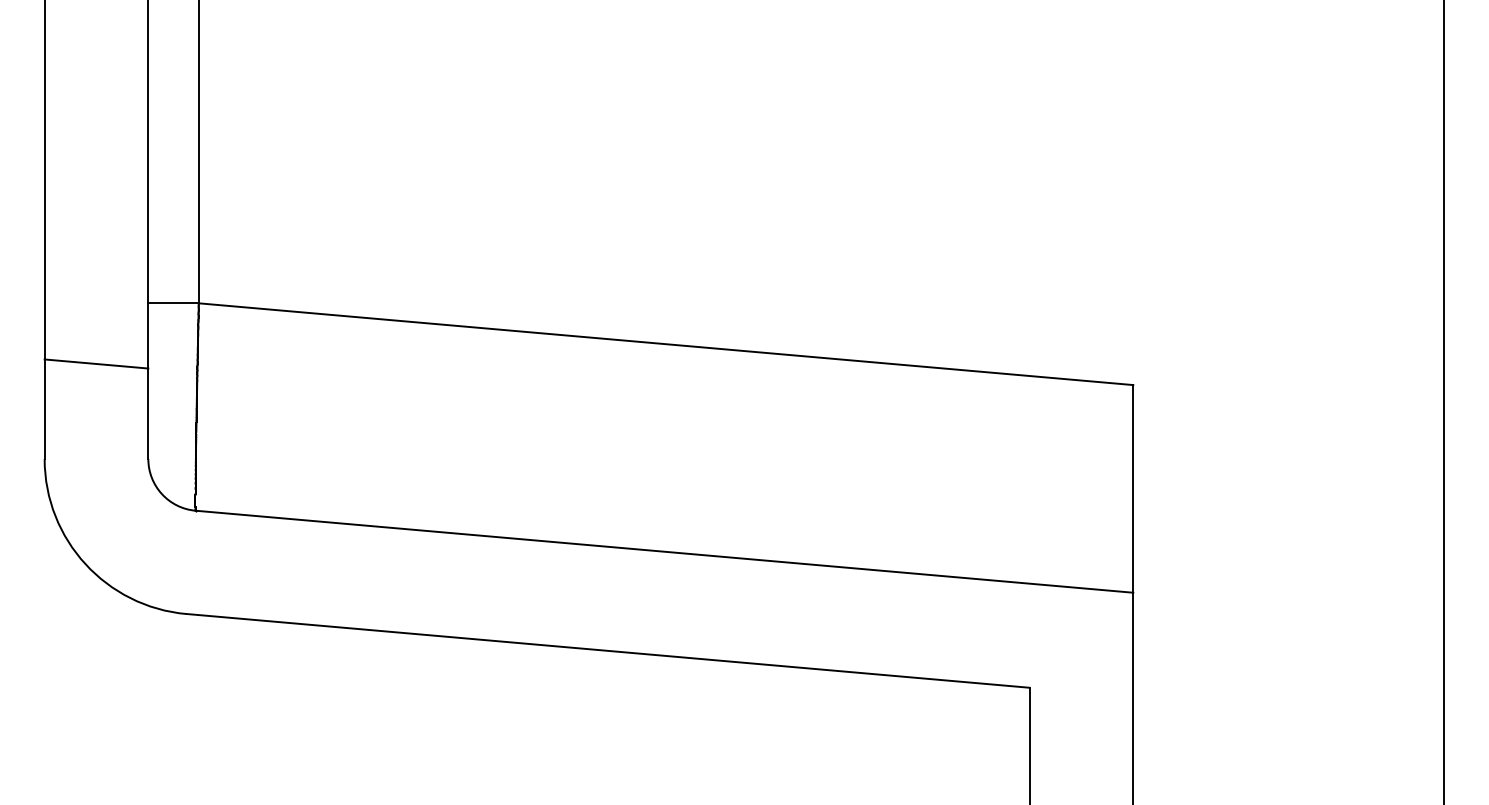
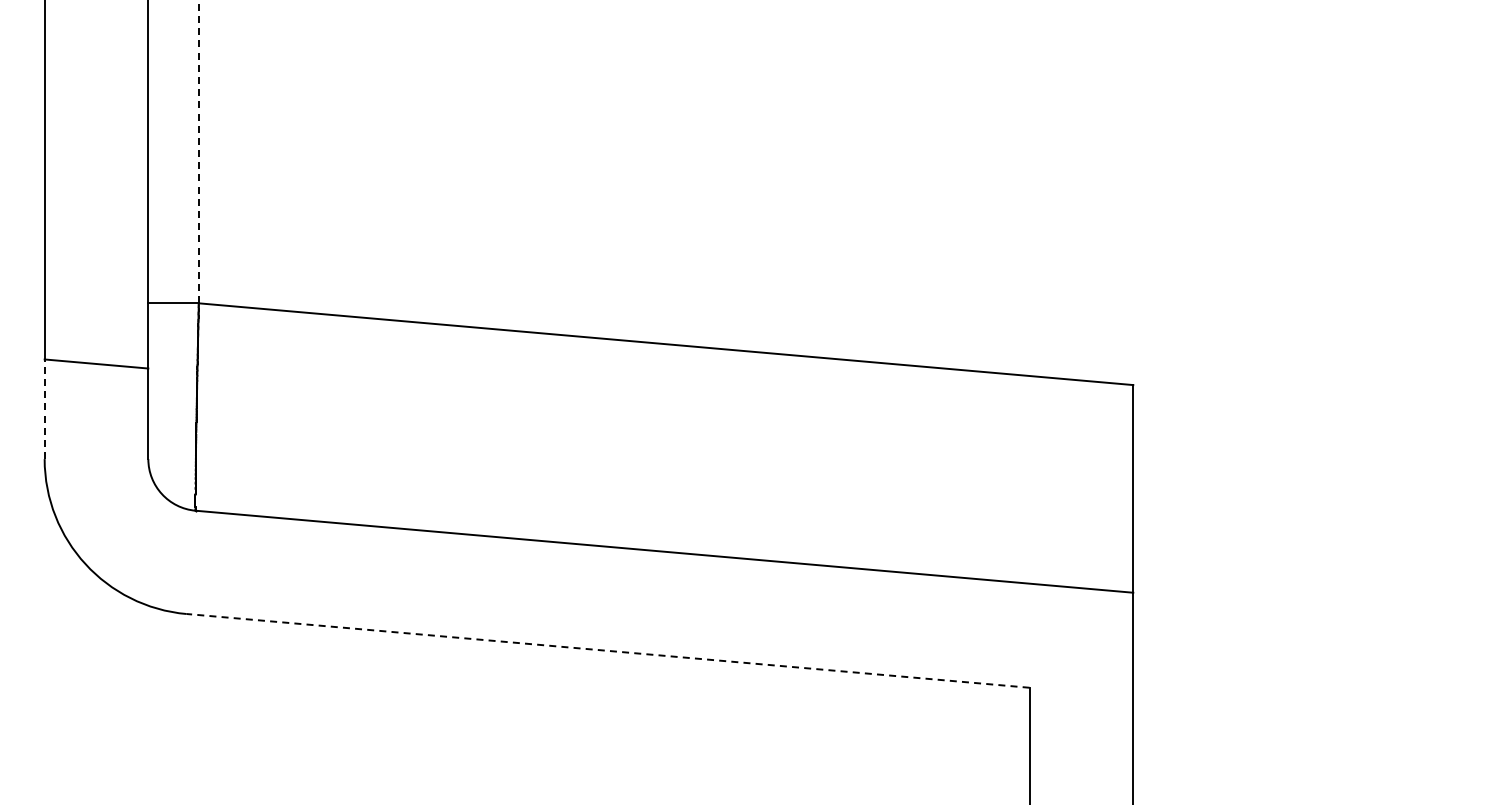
line at (198, 151): solid -> dashed
line at (1444, 401): present -> none
line at (44, 409): solid -> dashed
line at (607, 650): solid -> dashed
